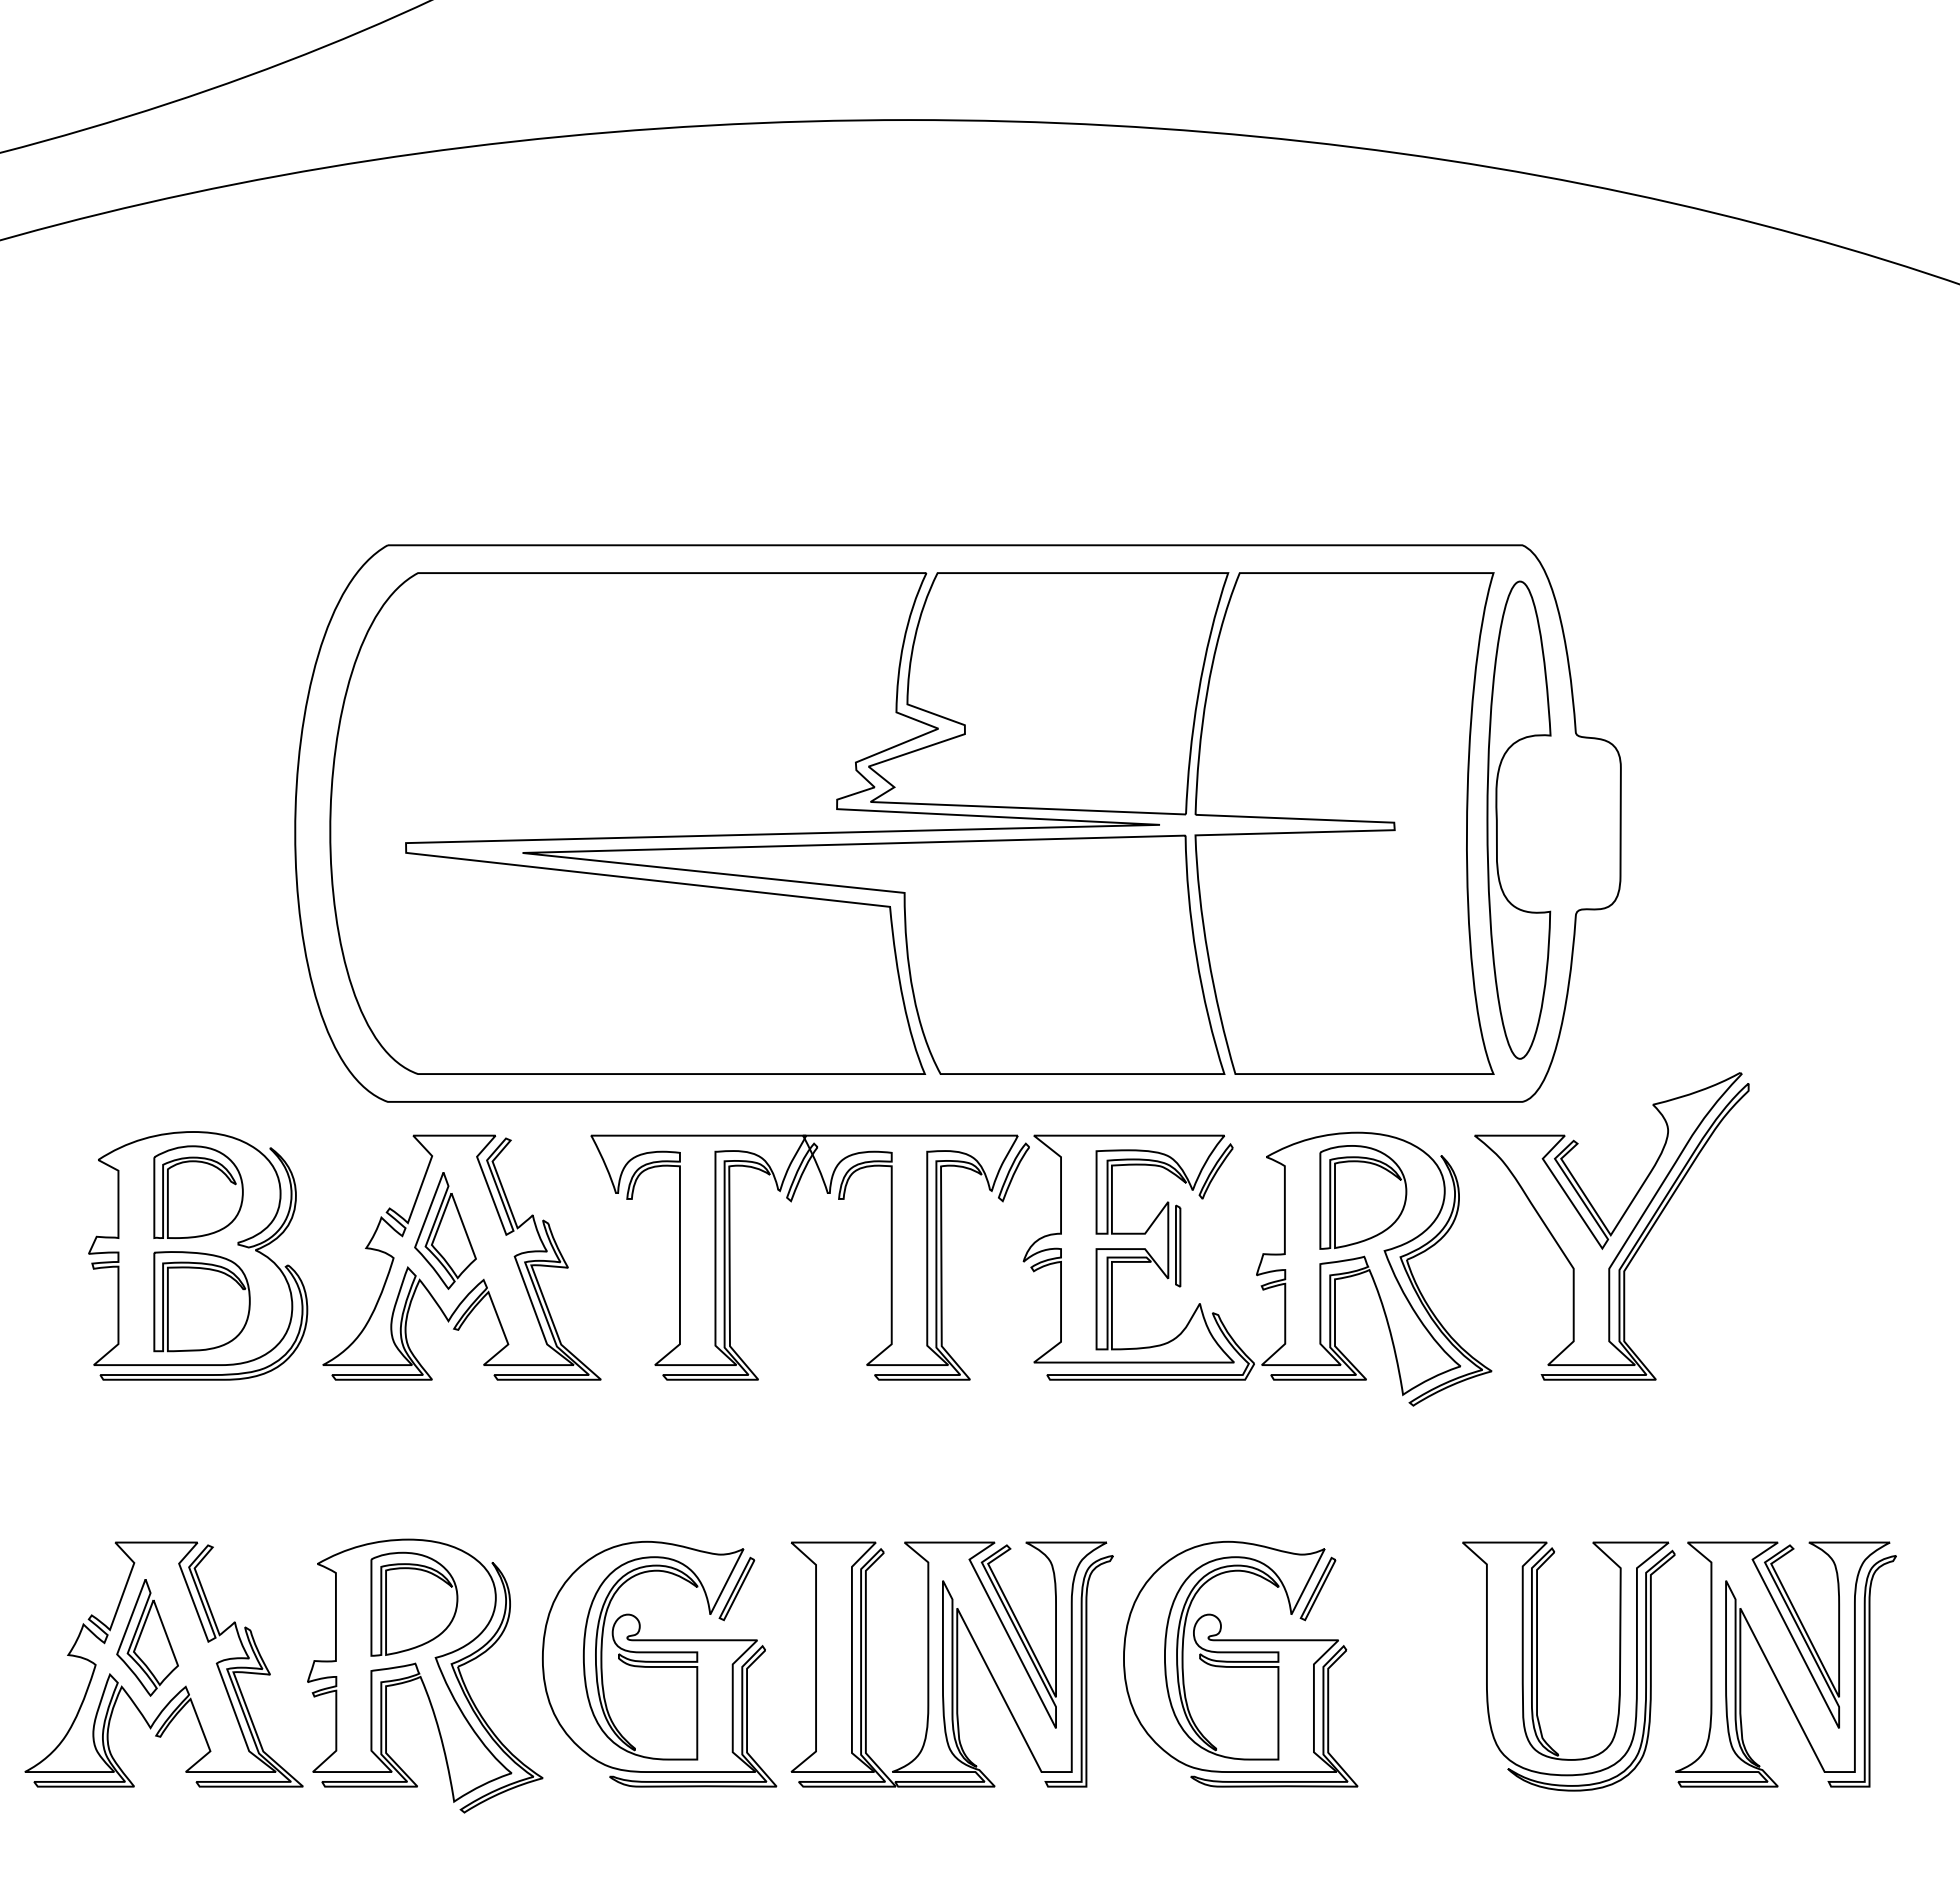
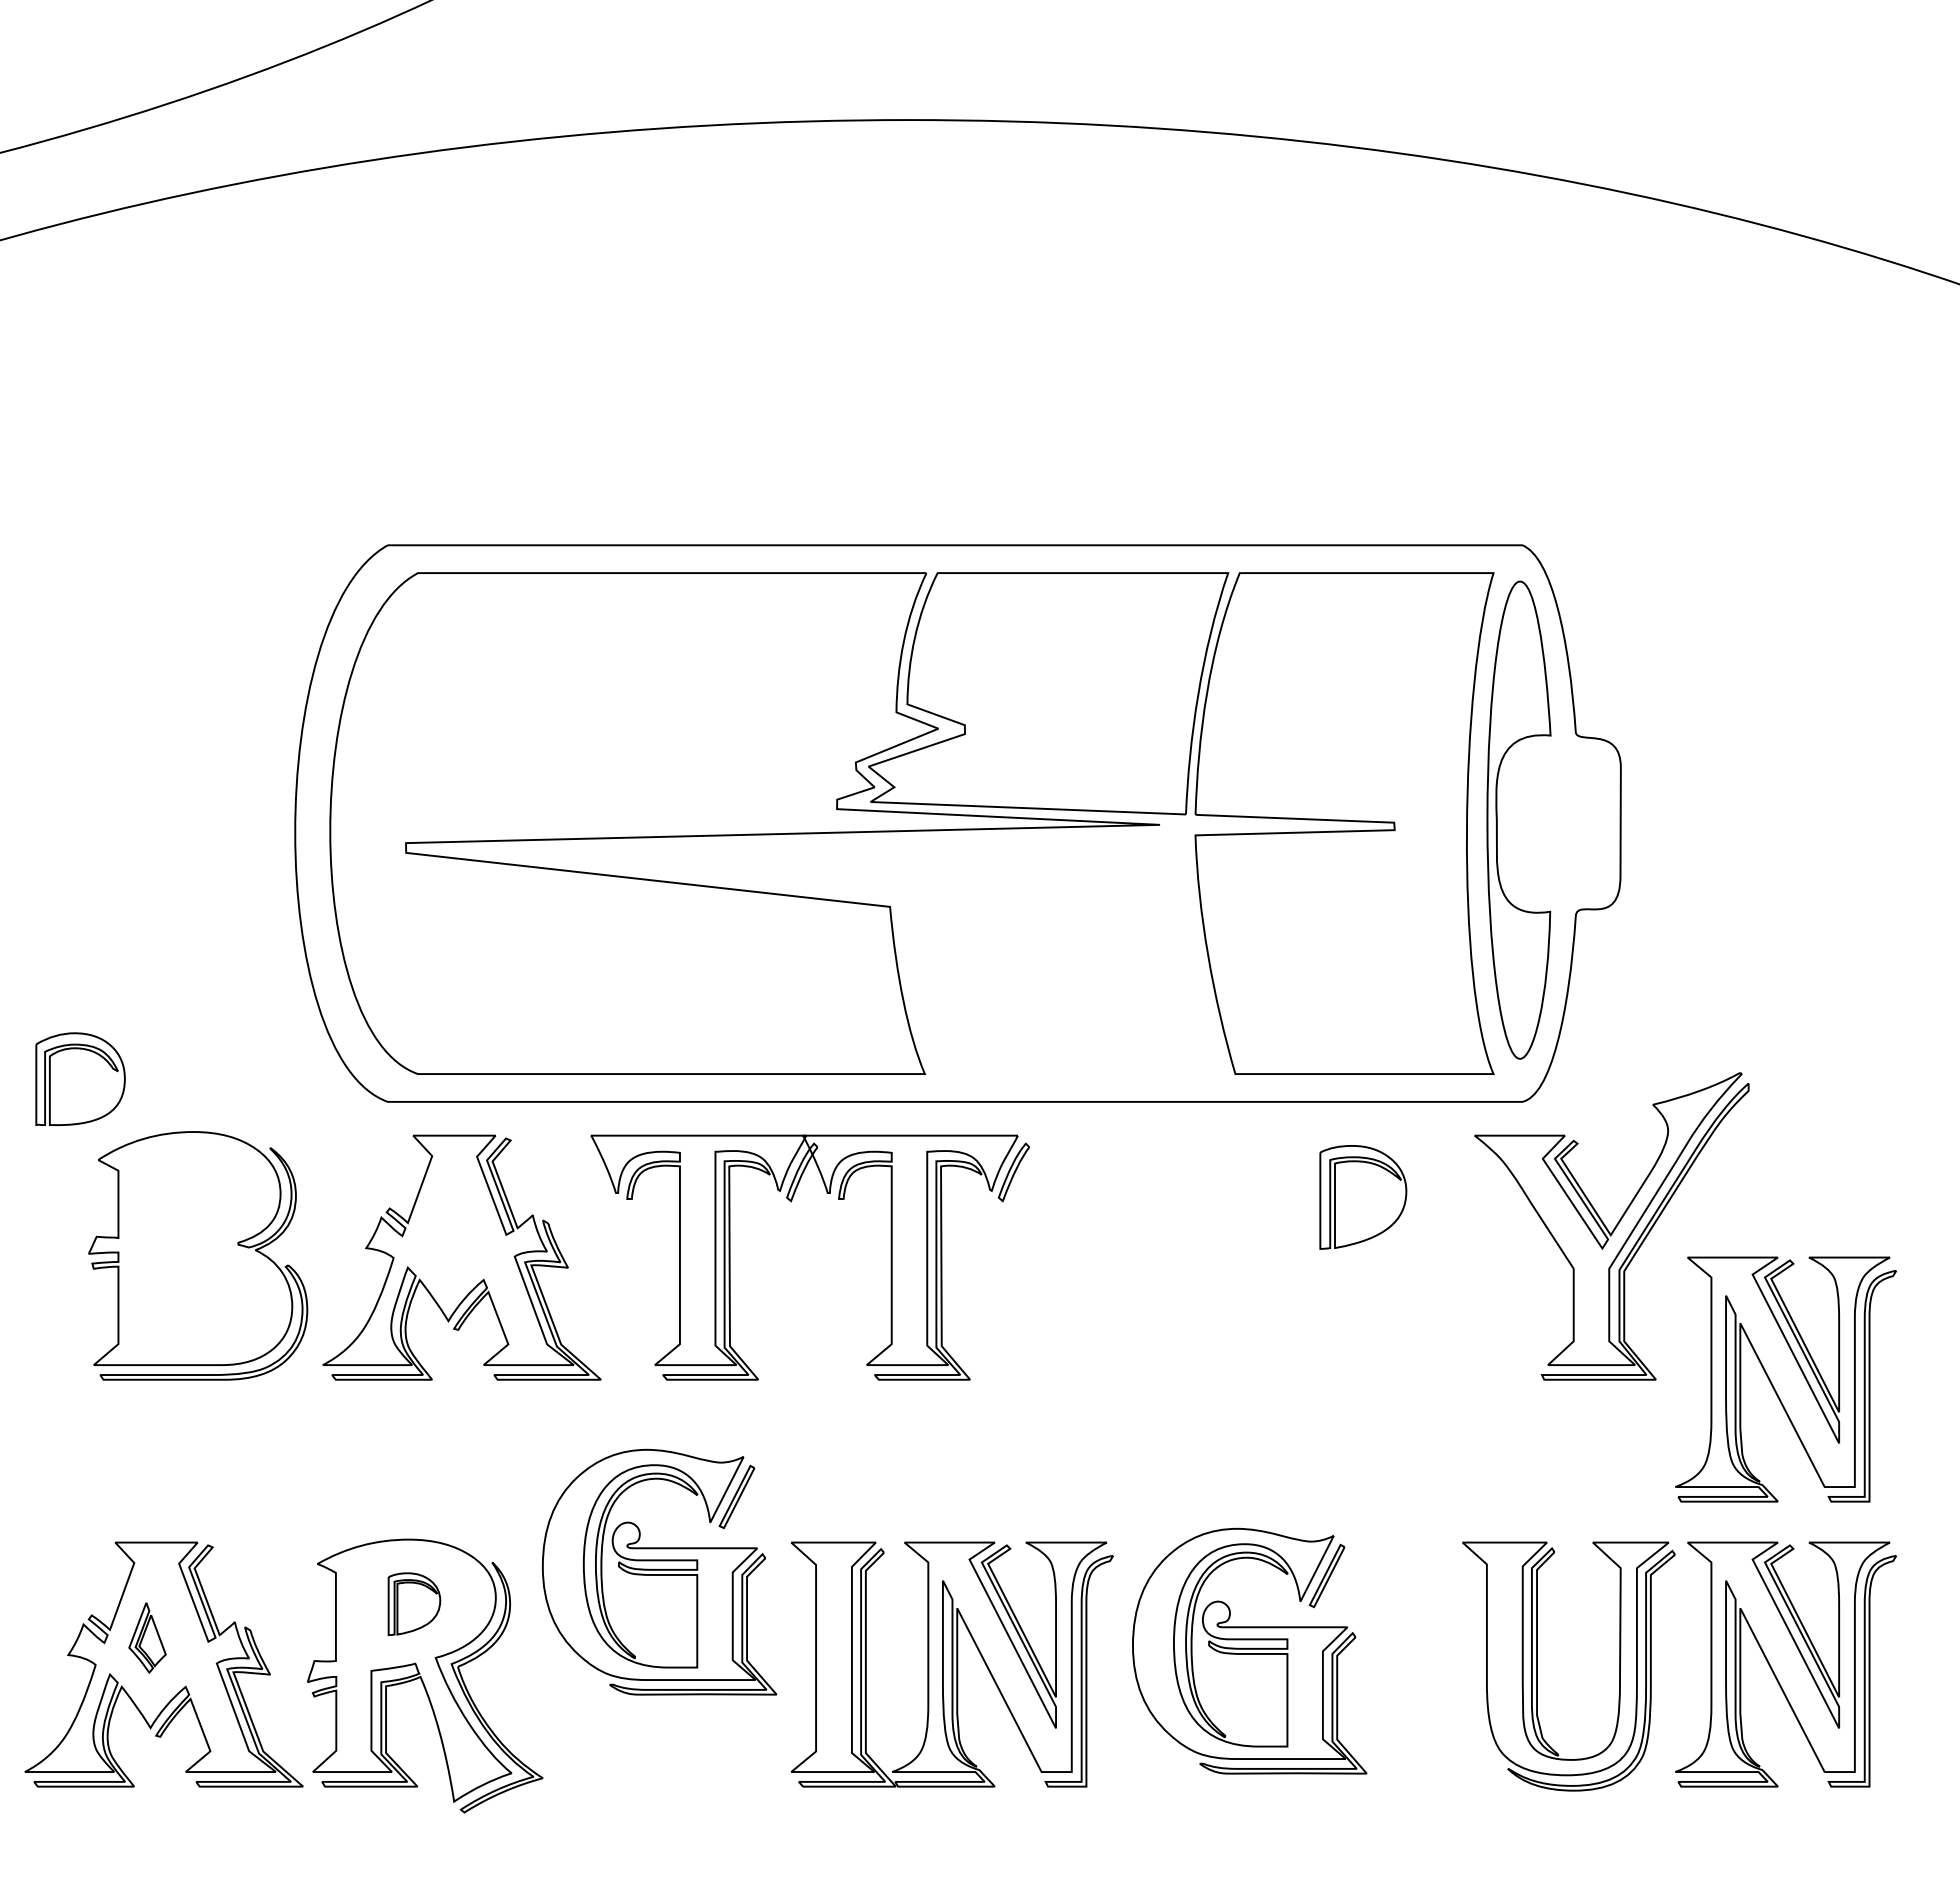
part at (906, 954): present -> none
part at (198, 1191) position: (198, 1191) -> (80, 1078)
part at (445, 1230): present -> none
part at (1257, 1268): present -> none
part at (201, 1301): present -> none
part at (1785, 1379): none -> present
part at (414, 1603) size: 89x106 px -> 55x64 px
part at (147, 1637) size: 63x118 px -> 39x72 px
part at (659, 1663) position: (659, 1663) -> (659, 1571)
part at (1240, 1663) position: (1240, 1663) -> (1249, 1650)
